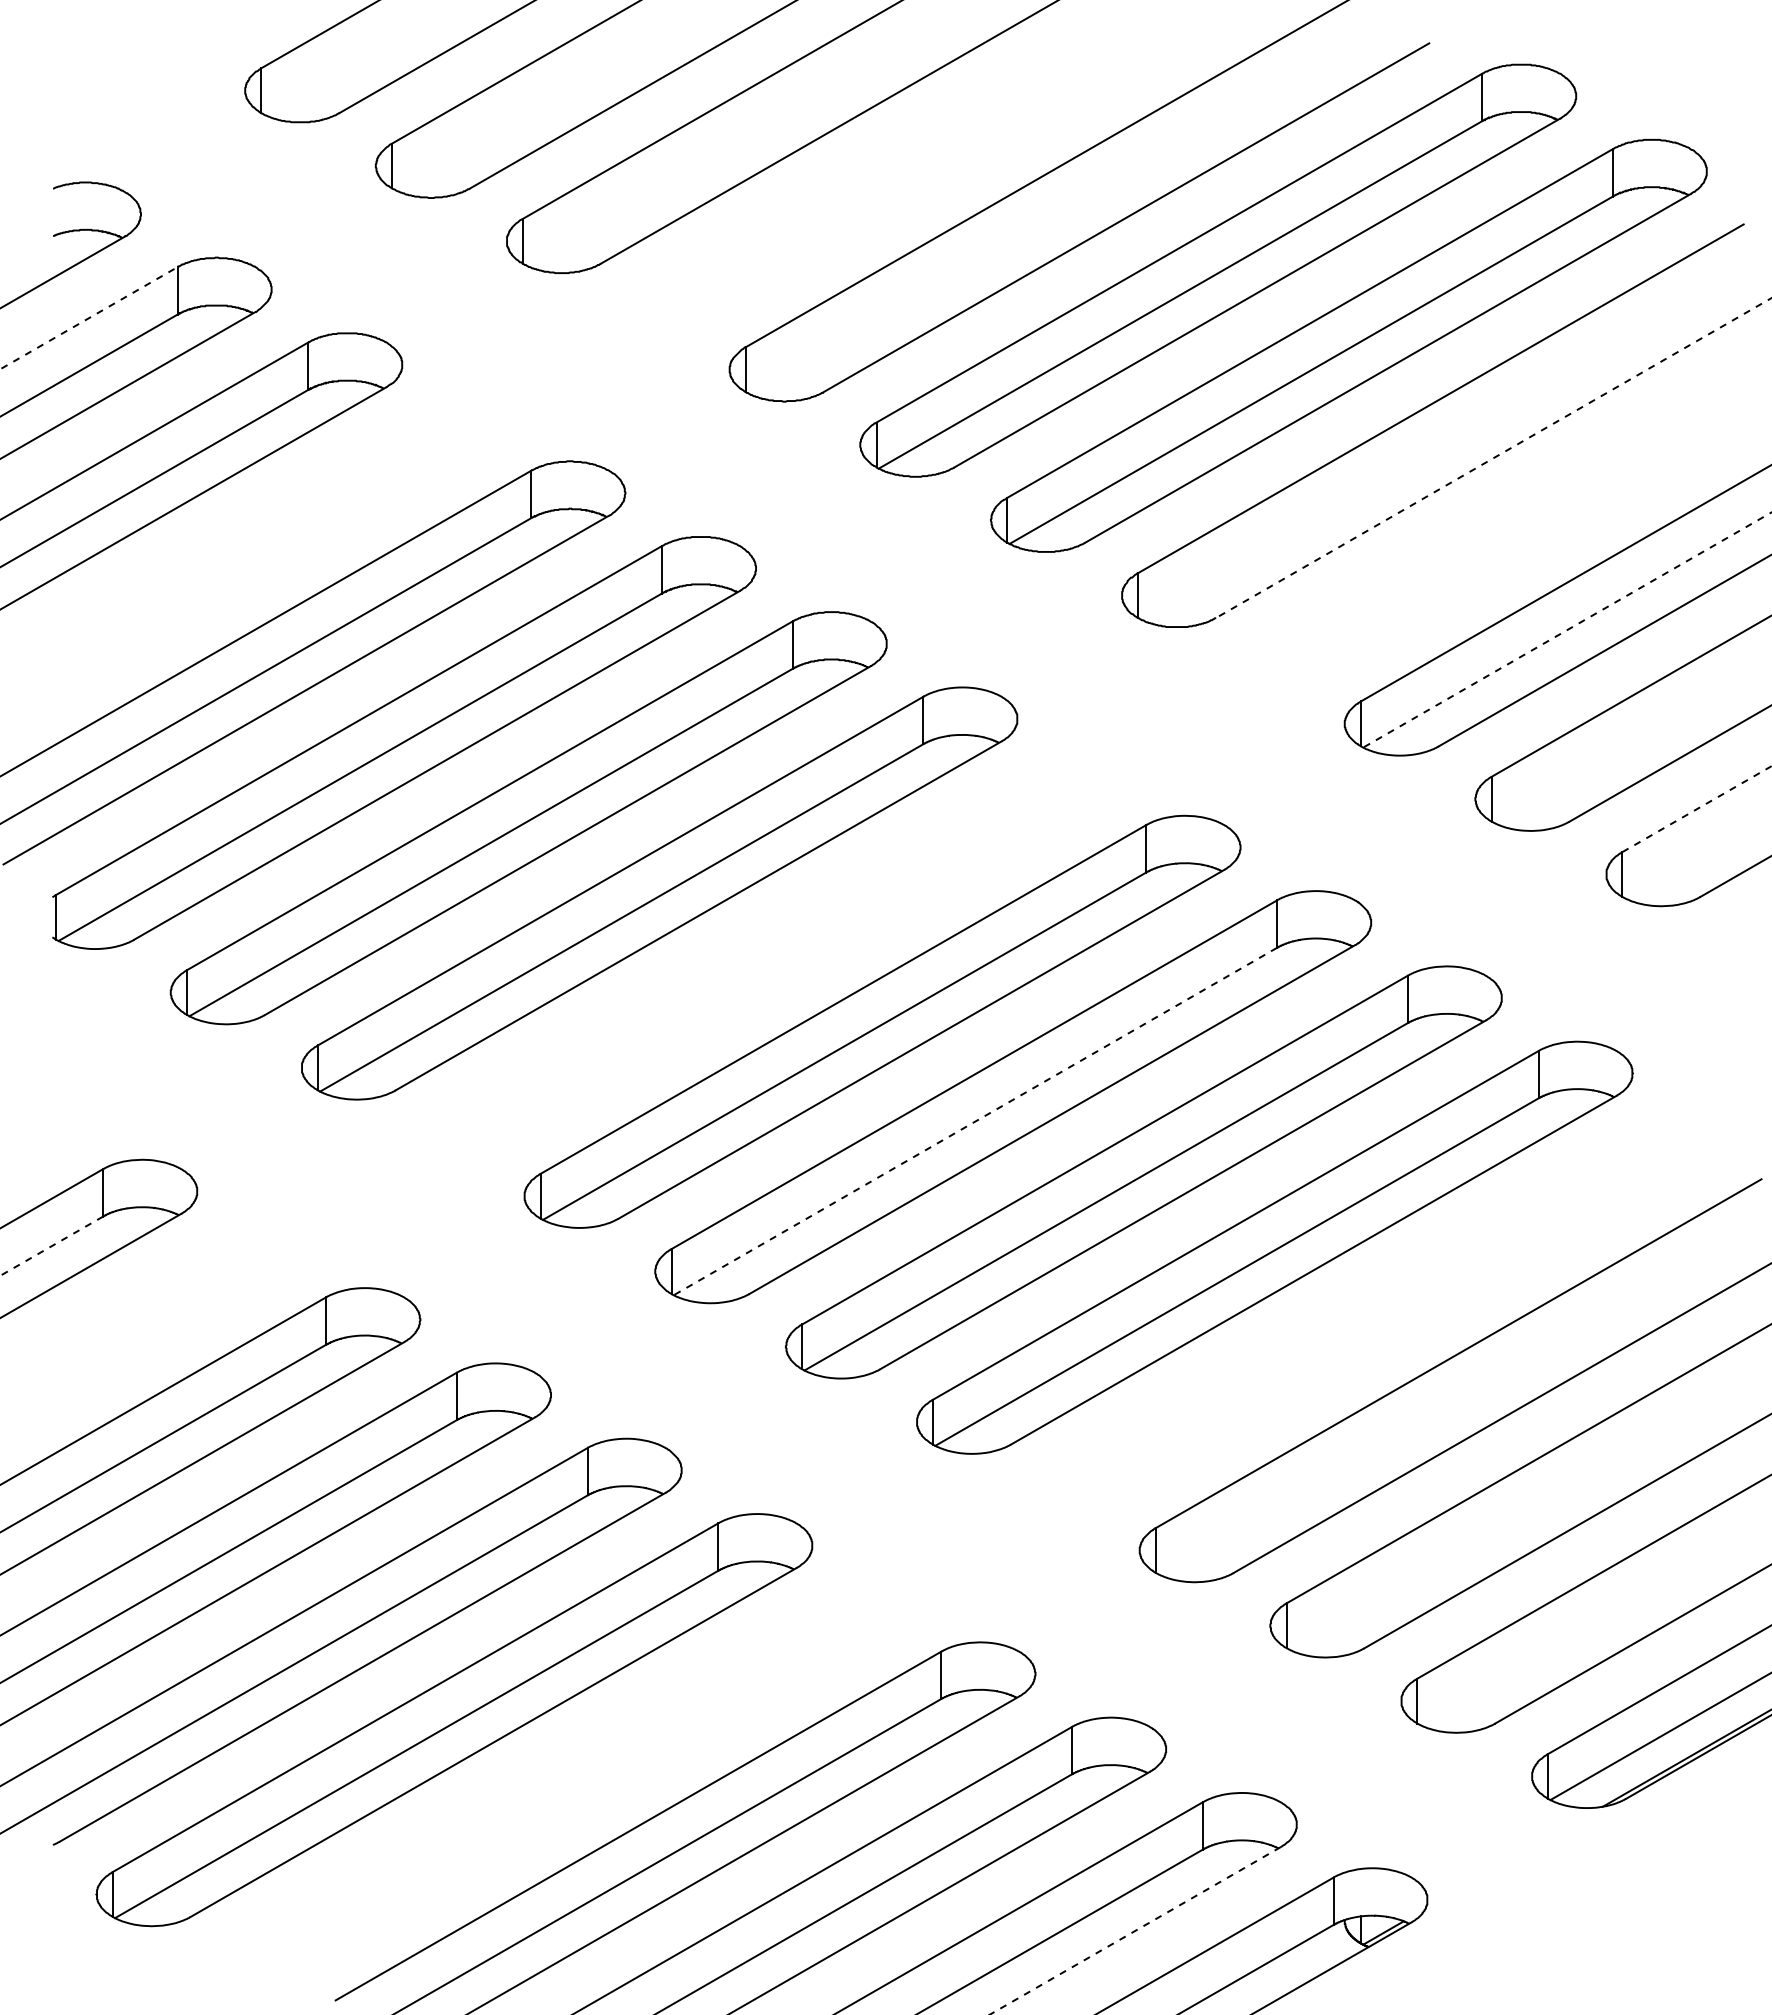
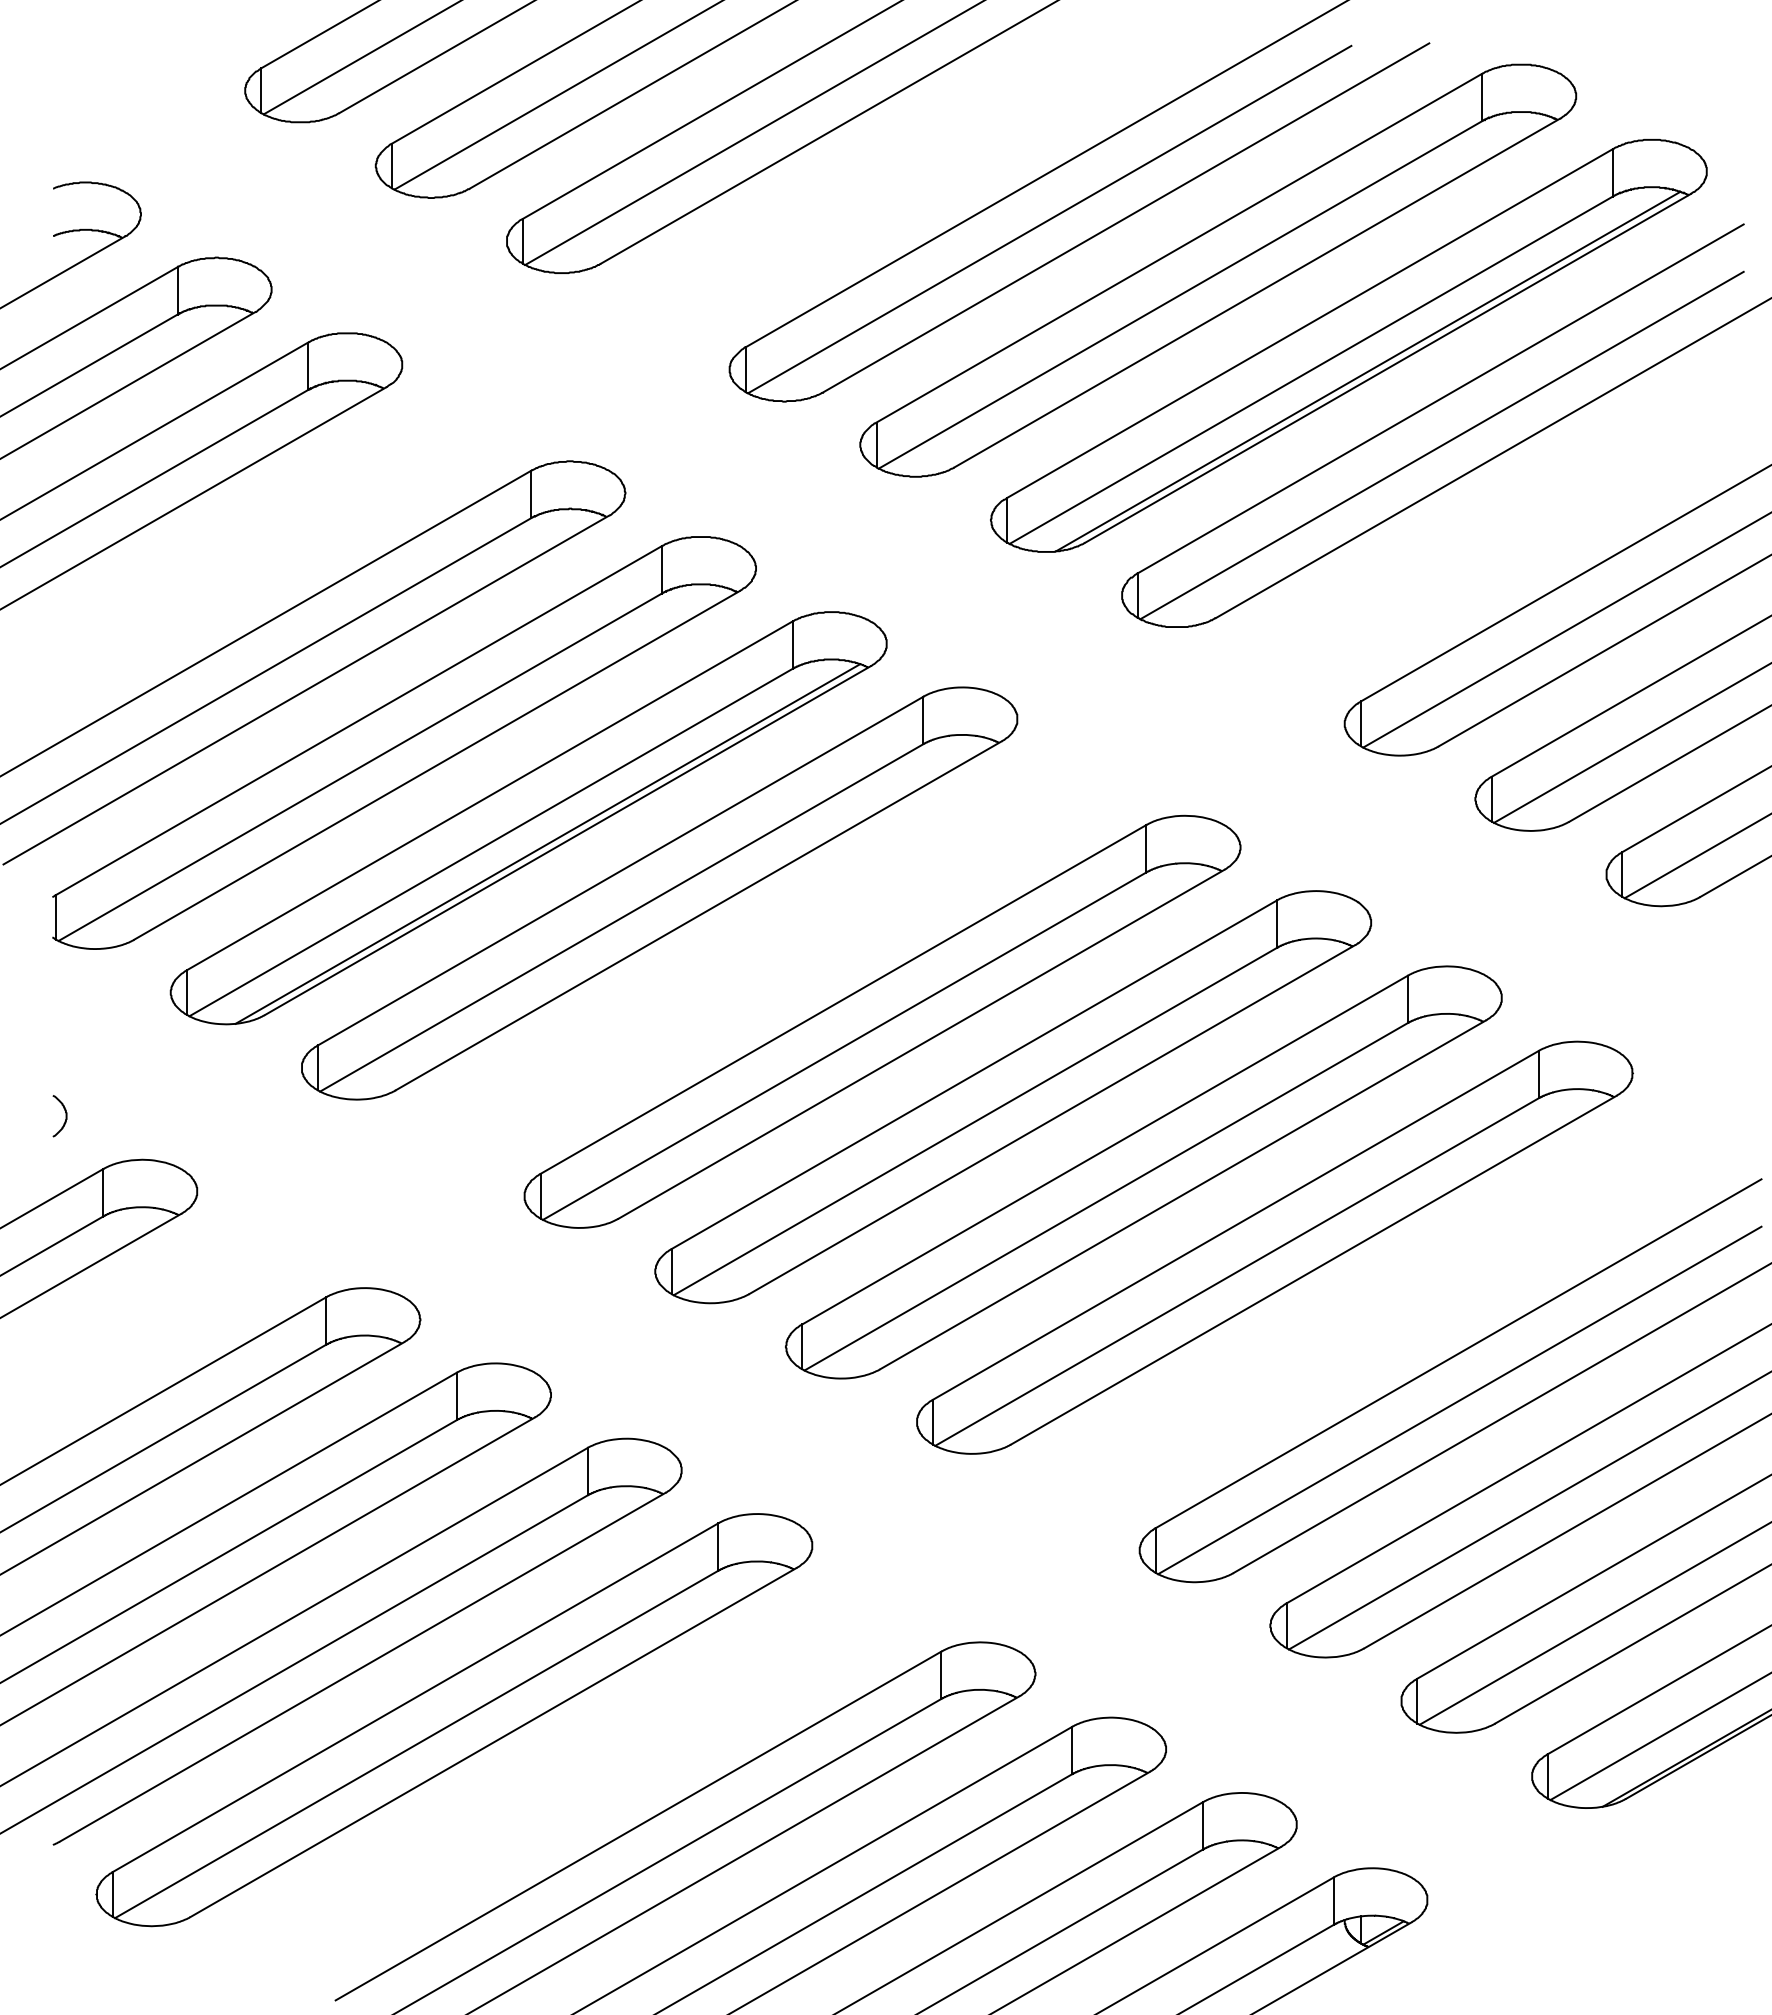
line at (360, 58): none -> present
line at (557, 95): none -> present
line at (753, 133): none -> present
line at (1049, 219): none -> present
line at (89, 318): dashed -> solid
line at (1367, 371): none -> present
line at (1441, 445): none -> present
line at (1493, 458): dashed -> solid
line at (1567, 629): dashed -> solid
line at (1630, 743): none -> present
line at (1696, 809): dashed -> solid
line at (547, 843): none -> present
line at (1696, 856): none -> present
curve at (65, 1116): none -> present
line at (975, 1121): dashed -> solid
line at (51, 1246): dashed -> solid
line at (1459, 1400): none -> present
line at (1528, 1511): none -> present
line at (1593, 1624): none -> present
line at (1135, 1930): dashed -> solid
